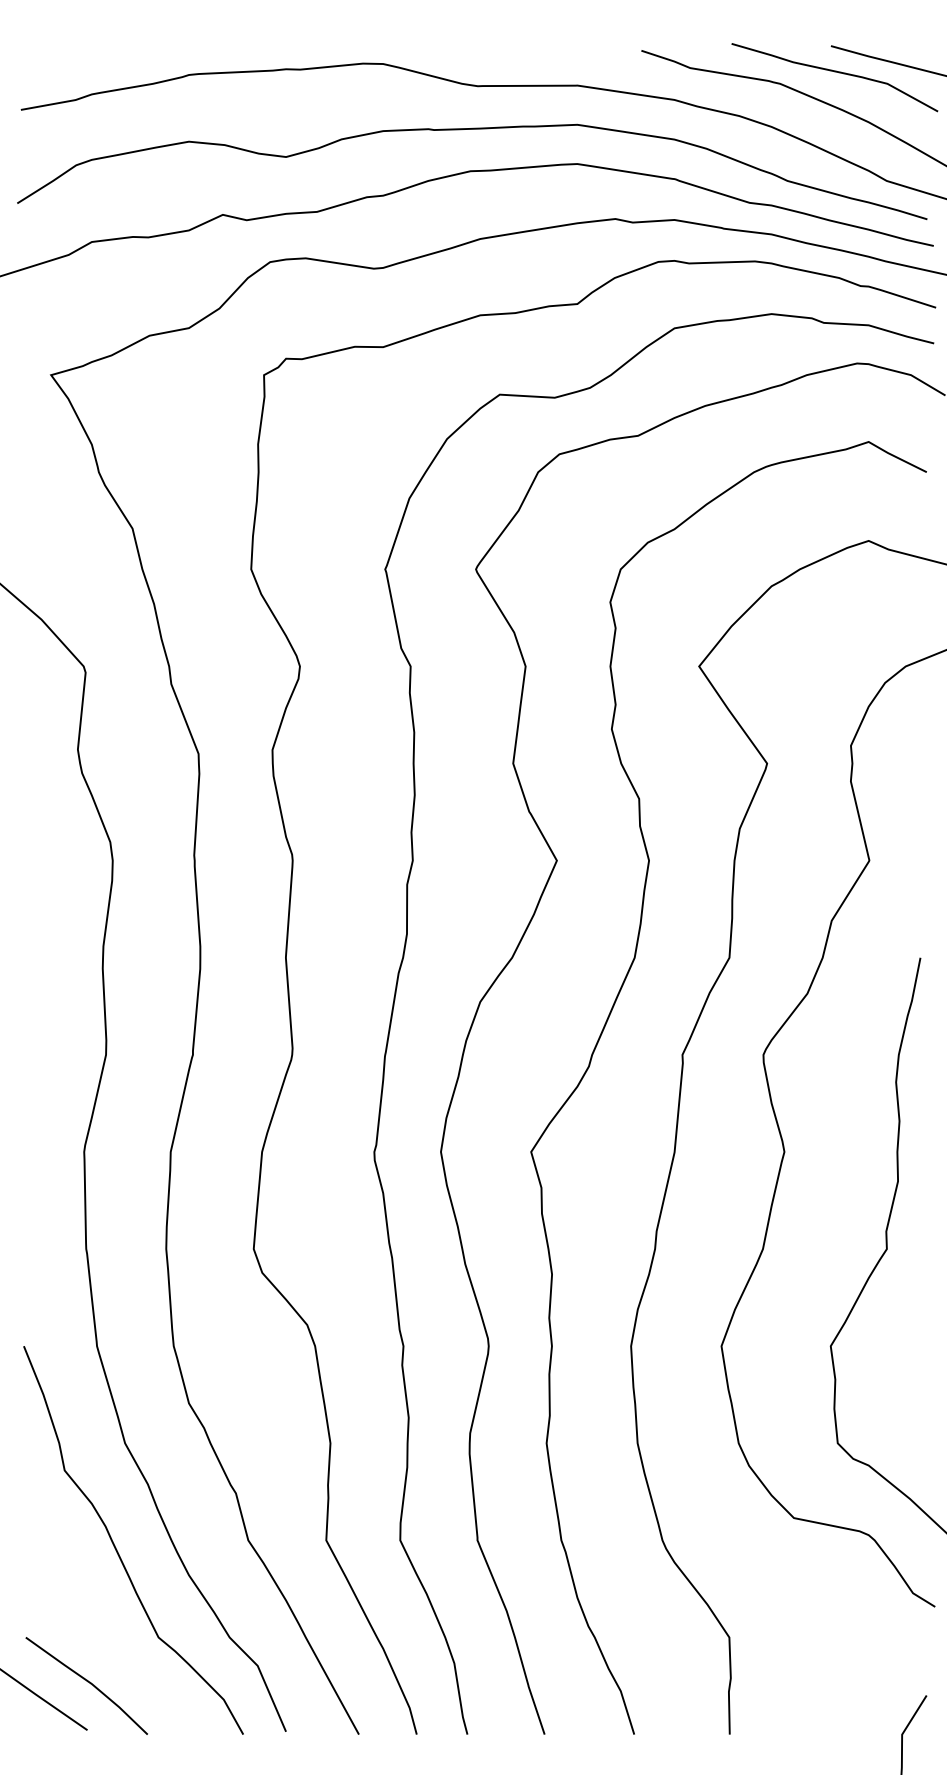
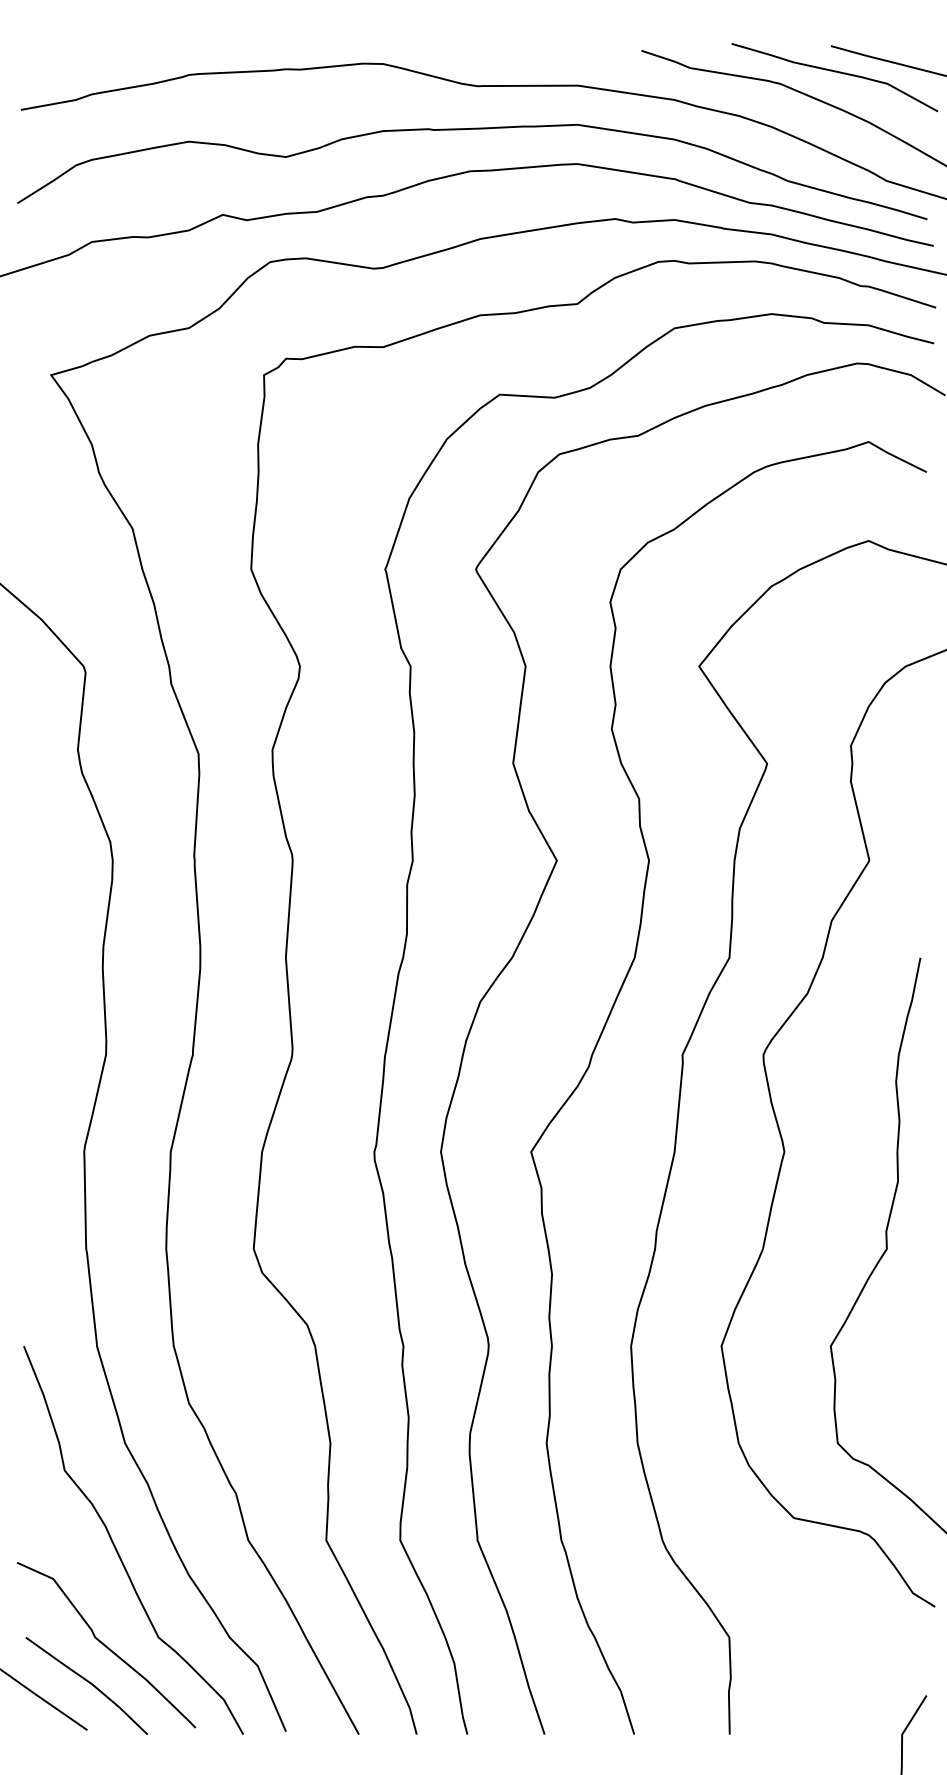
curve at (106, 1645): none -> present
